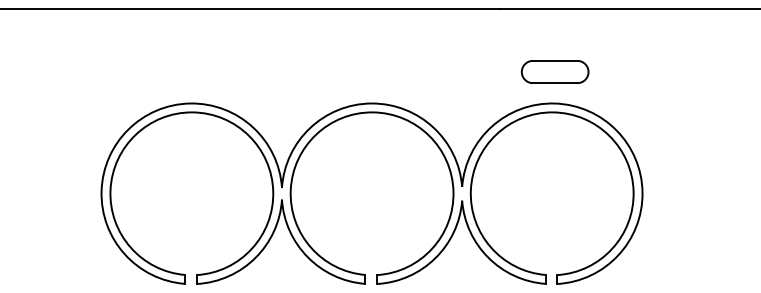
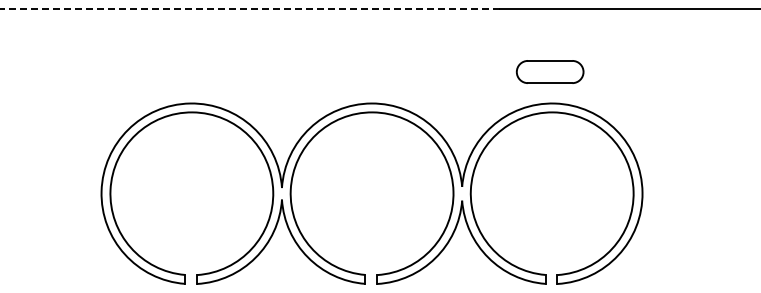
line at (250, 9): solid -> dashed
part at (555, 71) position: (555, 71) -> (550, 71)
